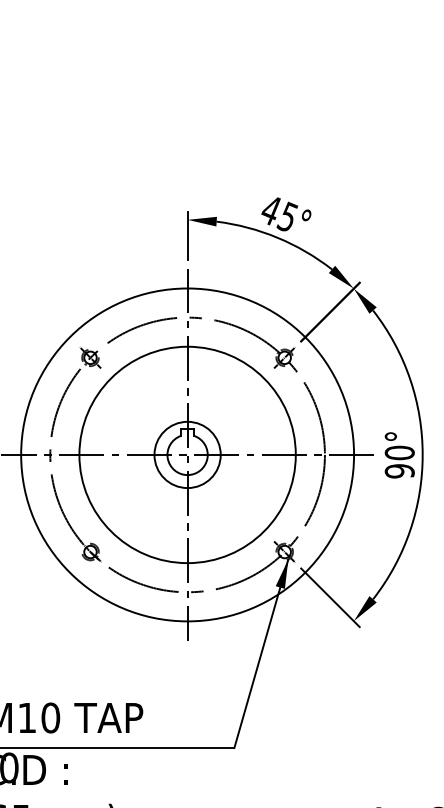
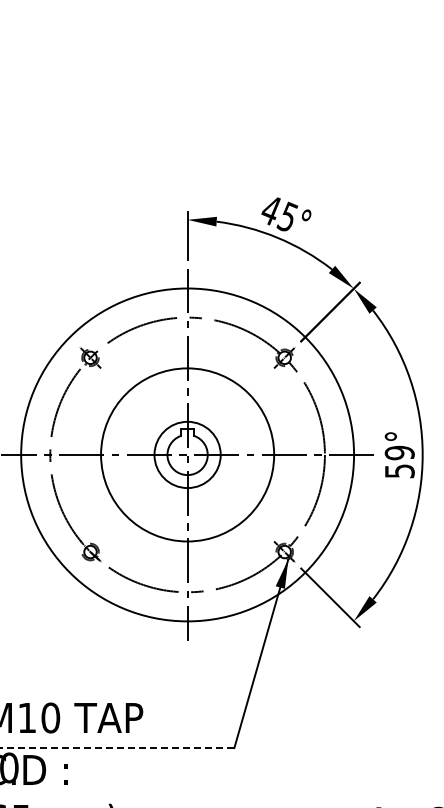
circle at (187, 454) diameter: 216 px -> 173 px
text at (399, 461): 90° -> 59°
line at (117, 748): solid -> dashed
